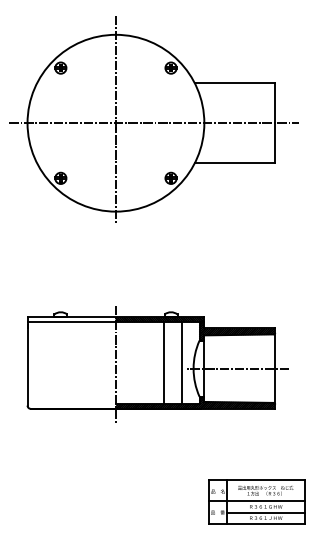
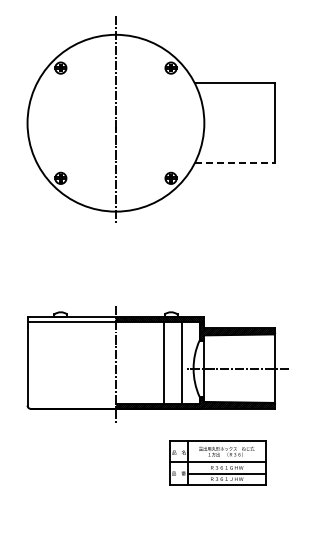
line at (154, 123): present -> none
line at (235, 163): solid -> dashed
part at (256, 501) position: (256, 501) -> (217, 462)
